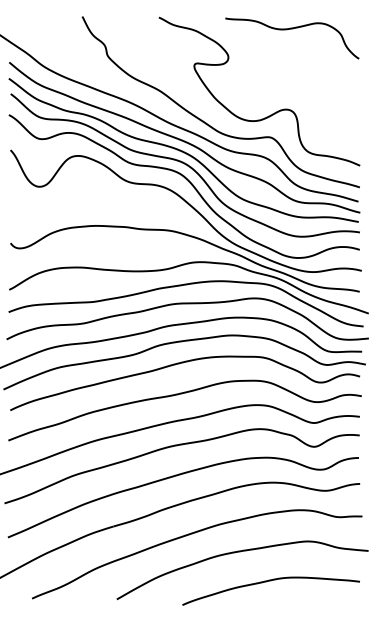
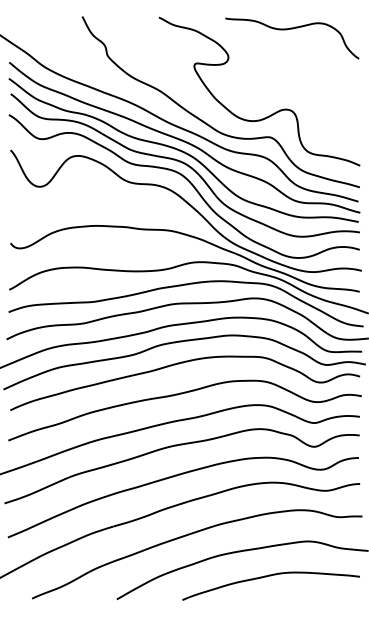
curve at (266, 582) position: (266, 582) -> (266, 577)
